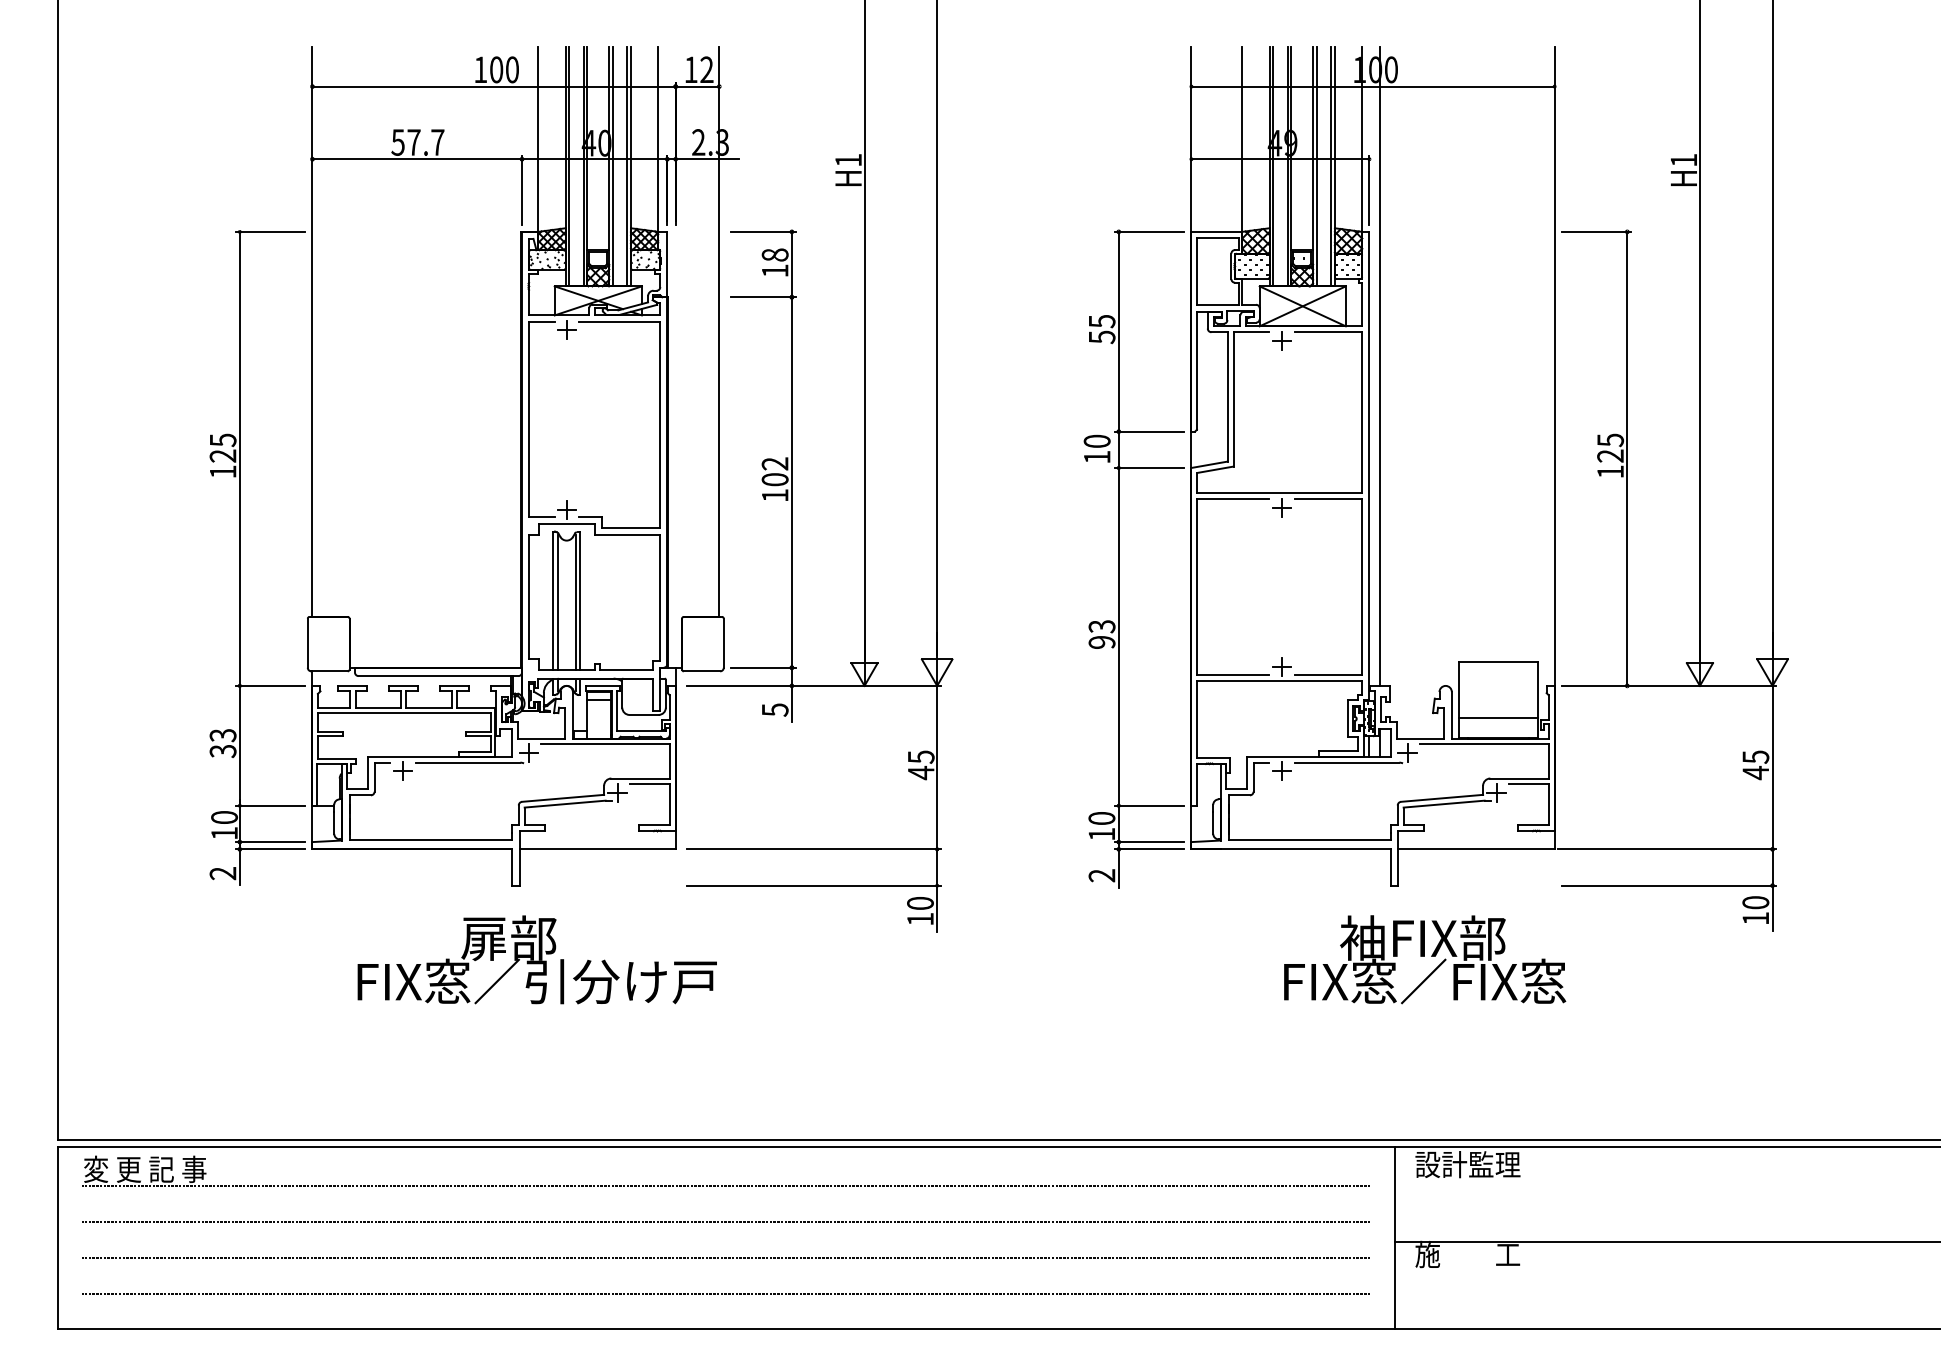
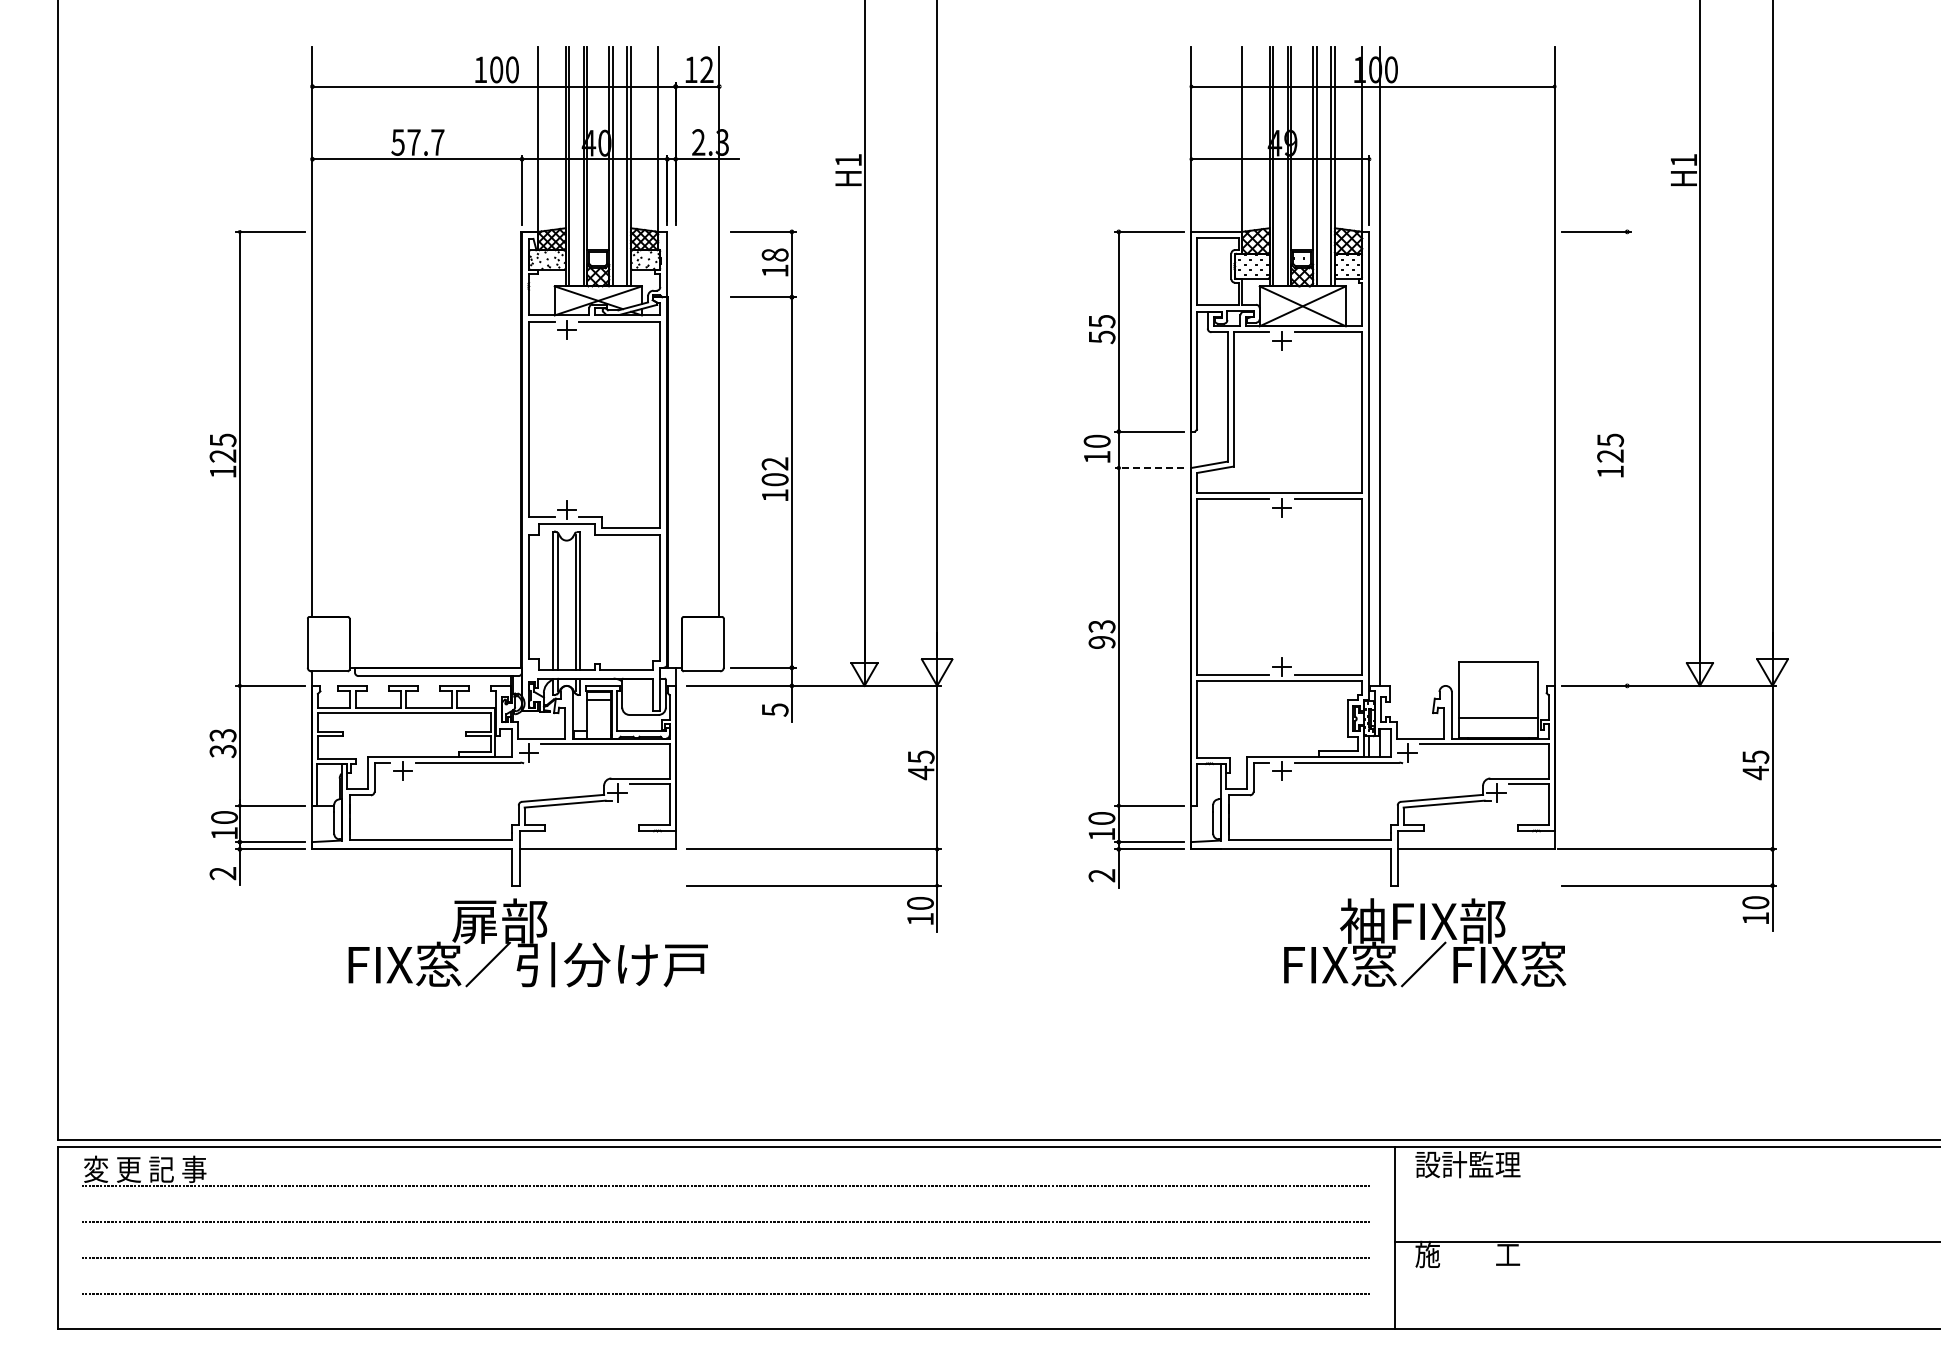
line at (1627, 458): present -> none
line at (1149, 467): solid -> dashed
text at (536, 959) position: (536, 959) -> (527, 942)
text at (1425, 959) position: (1425, 959) -> (1425, 942)
